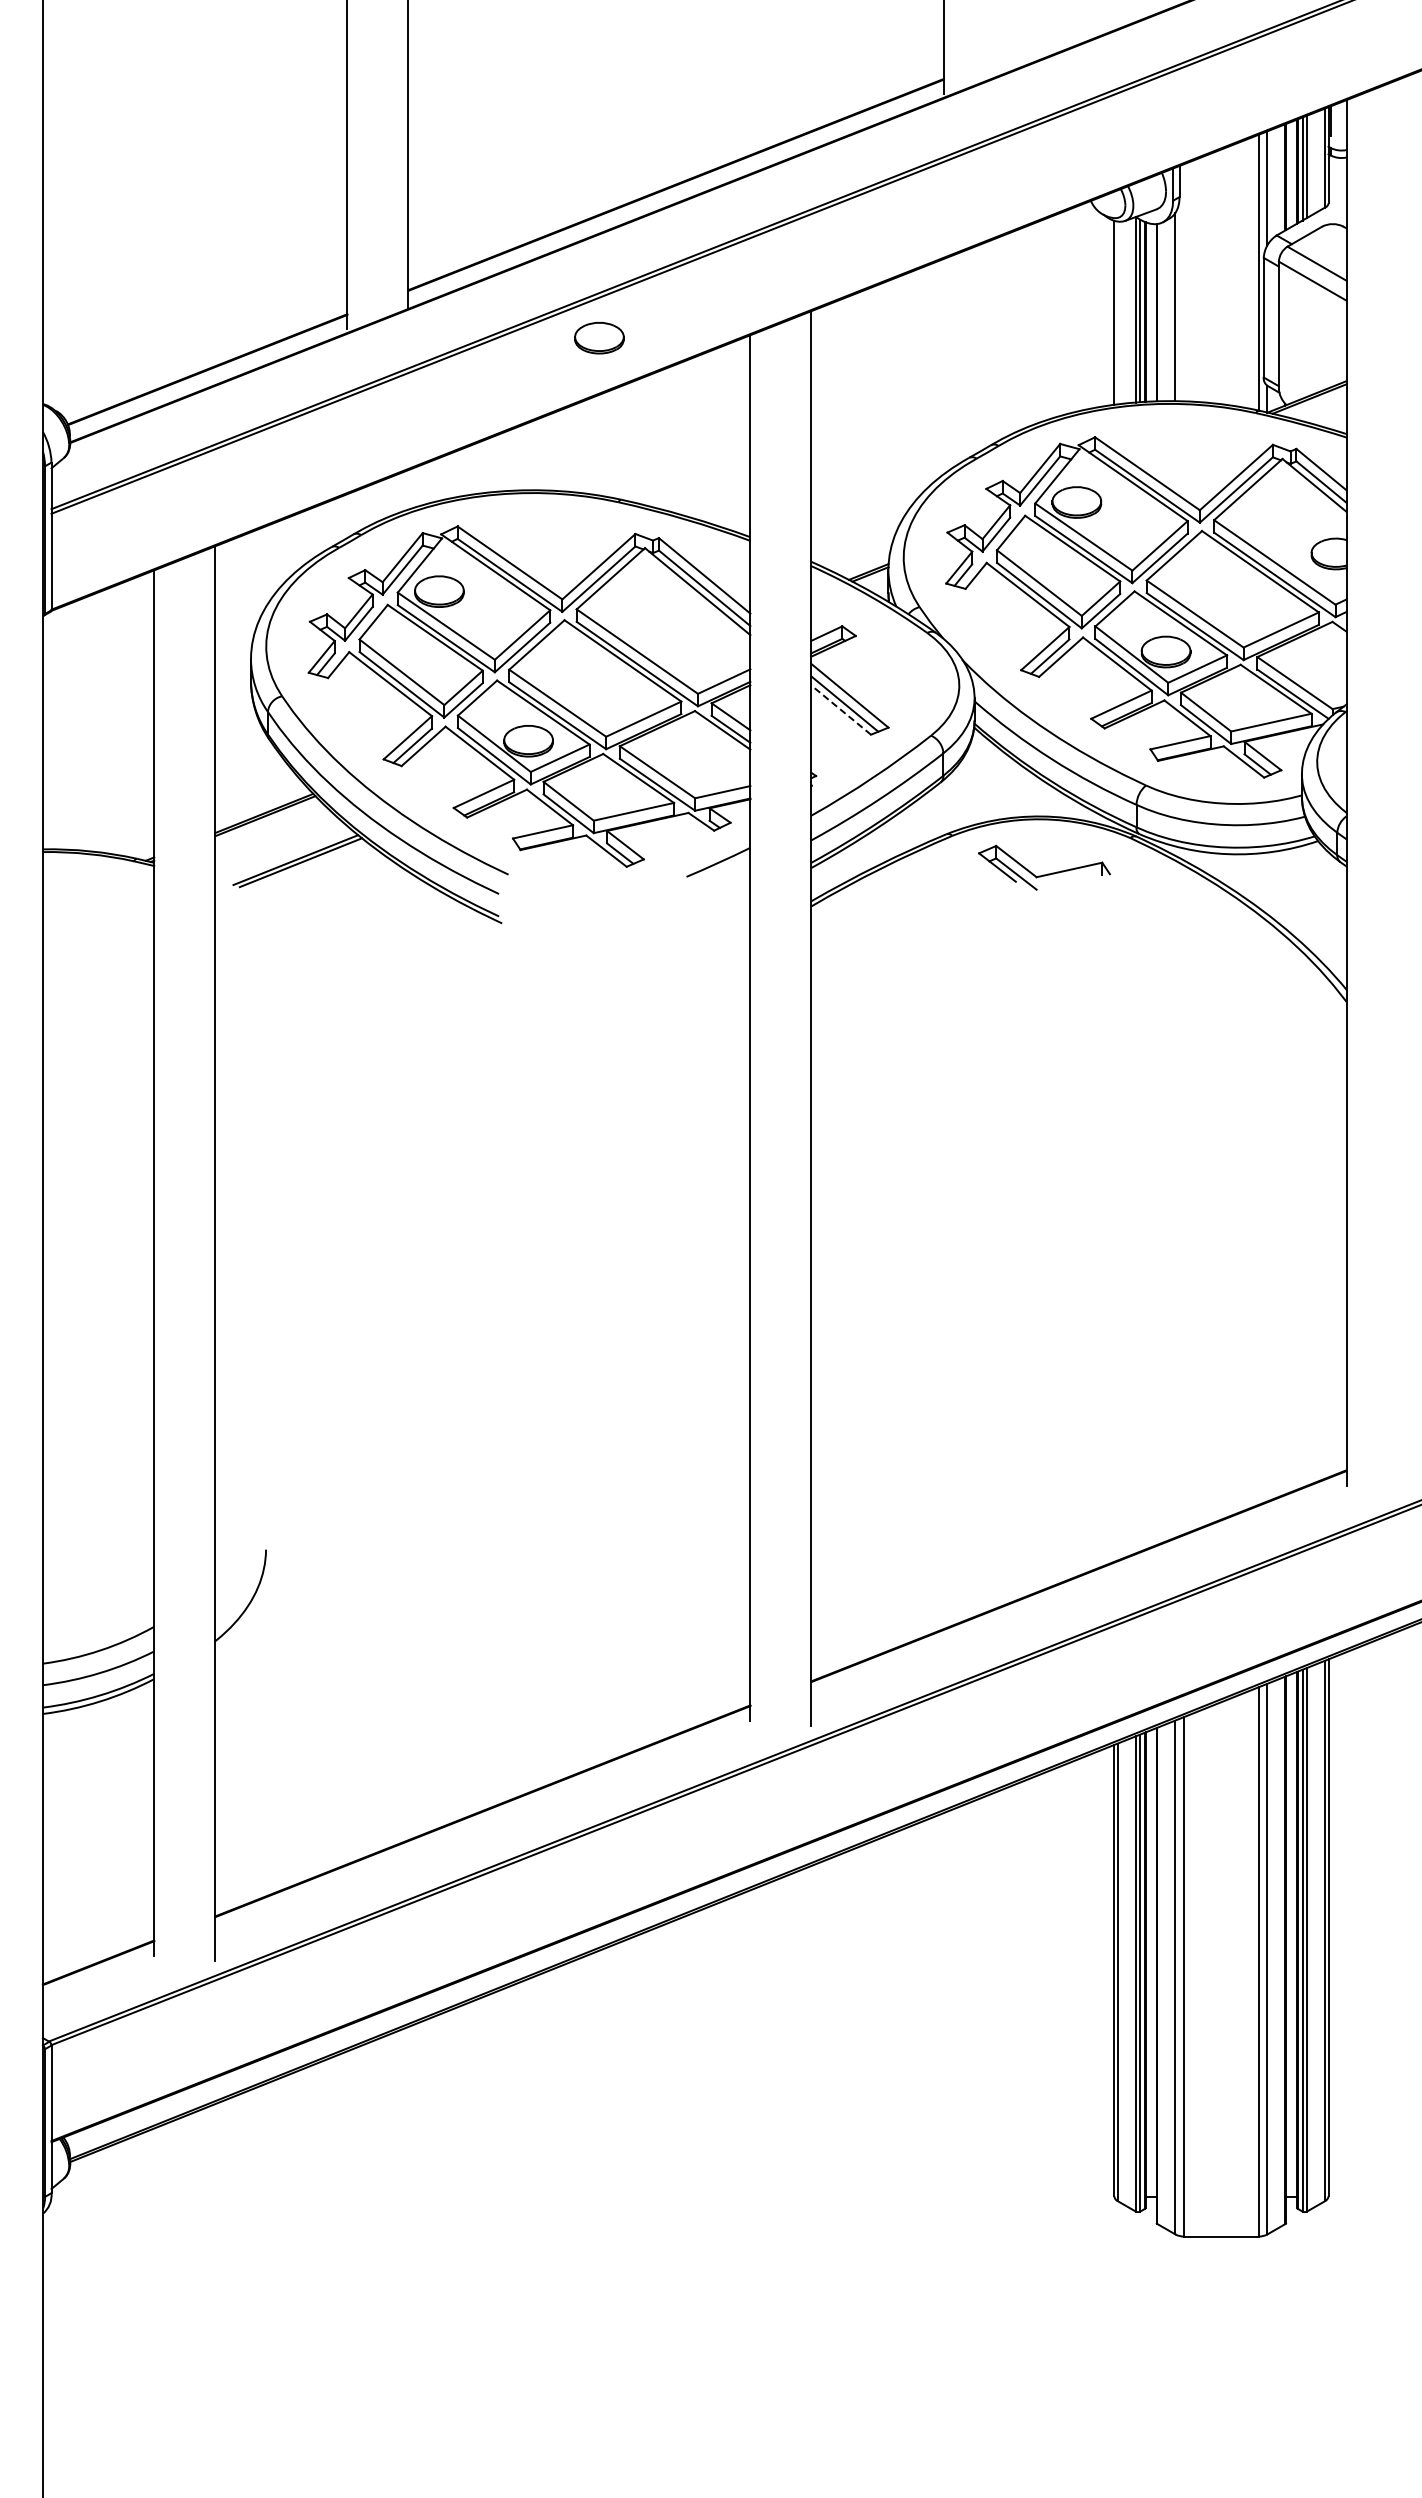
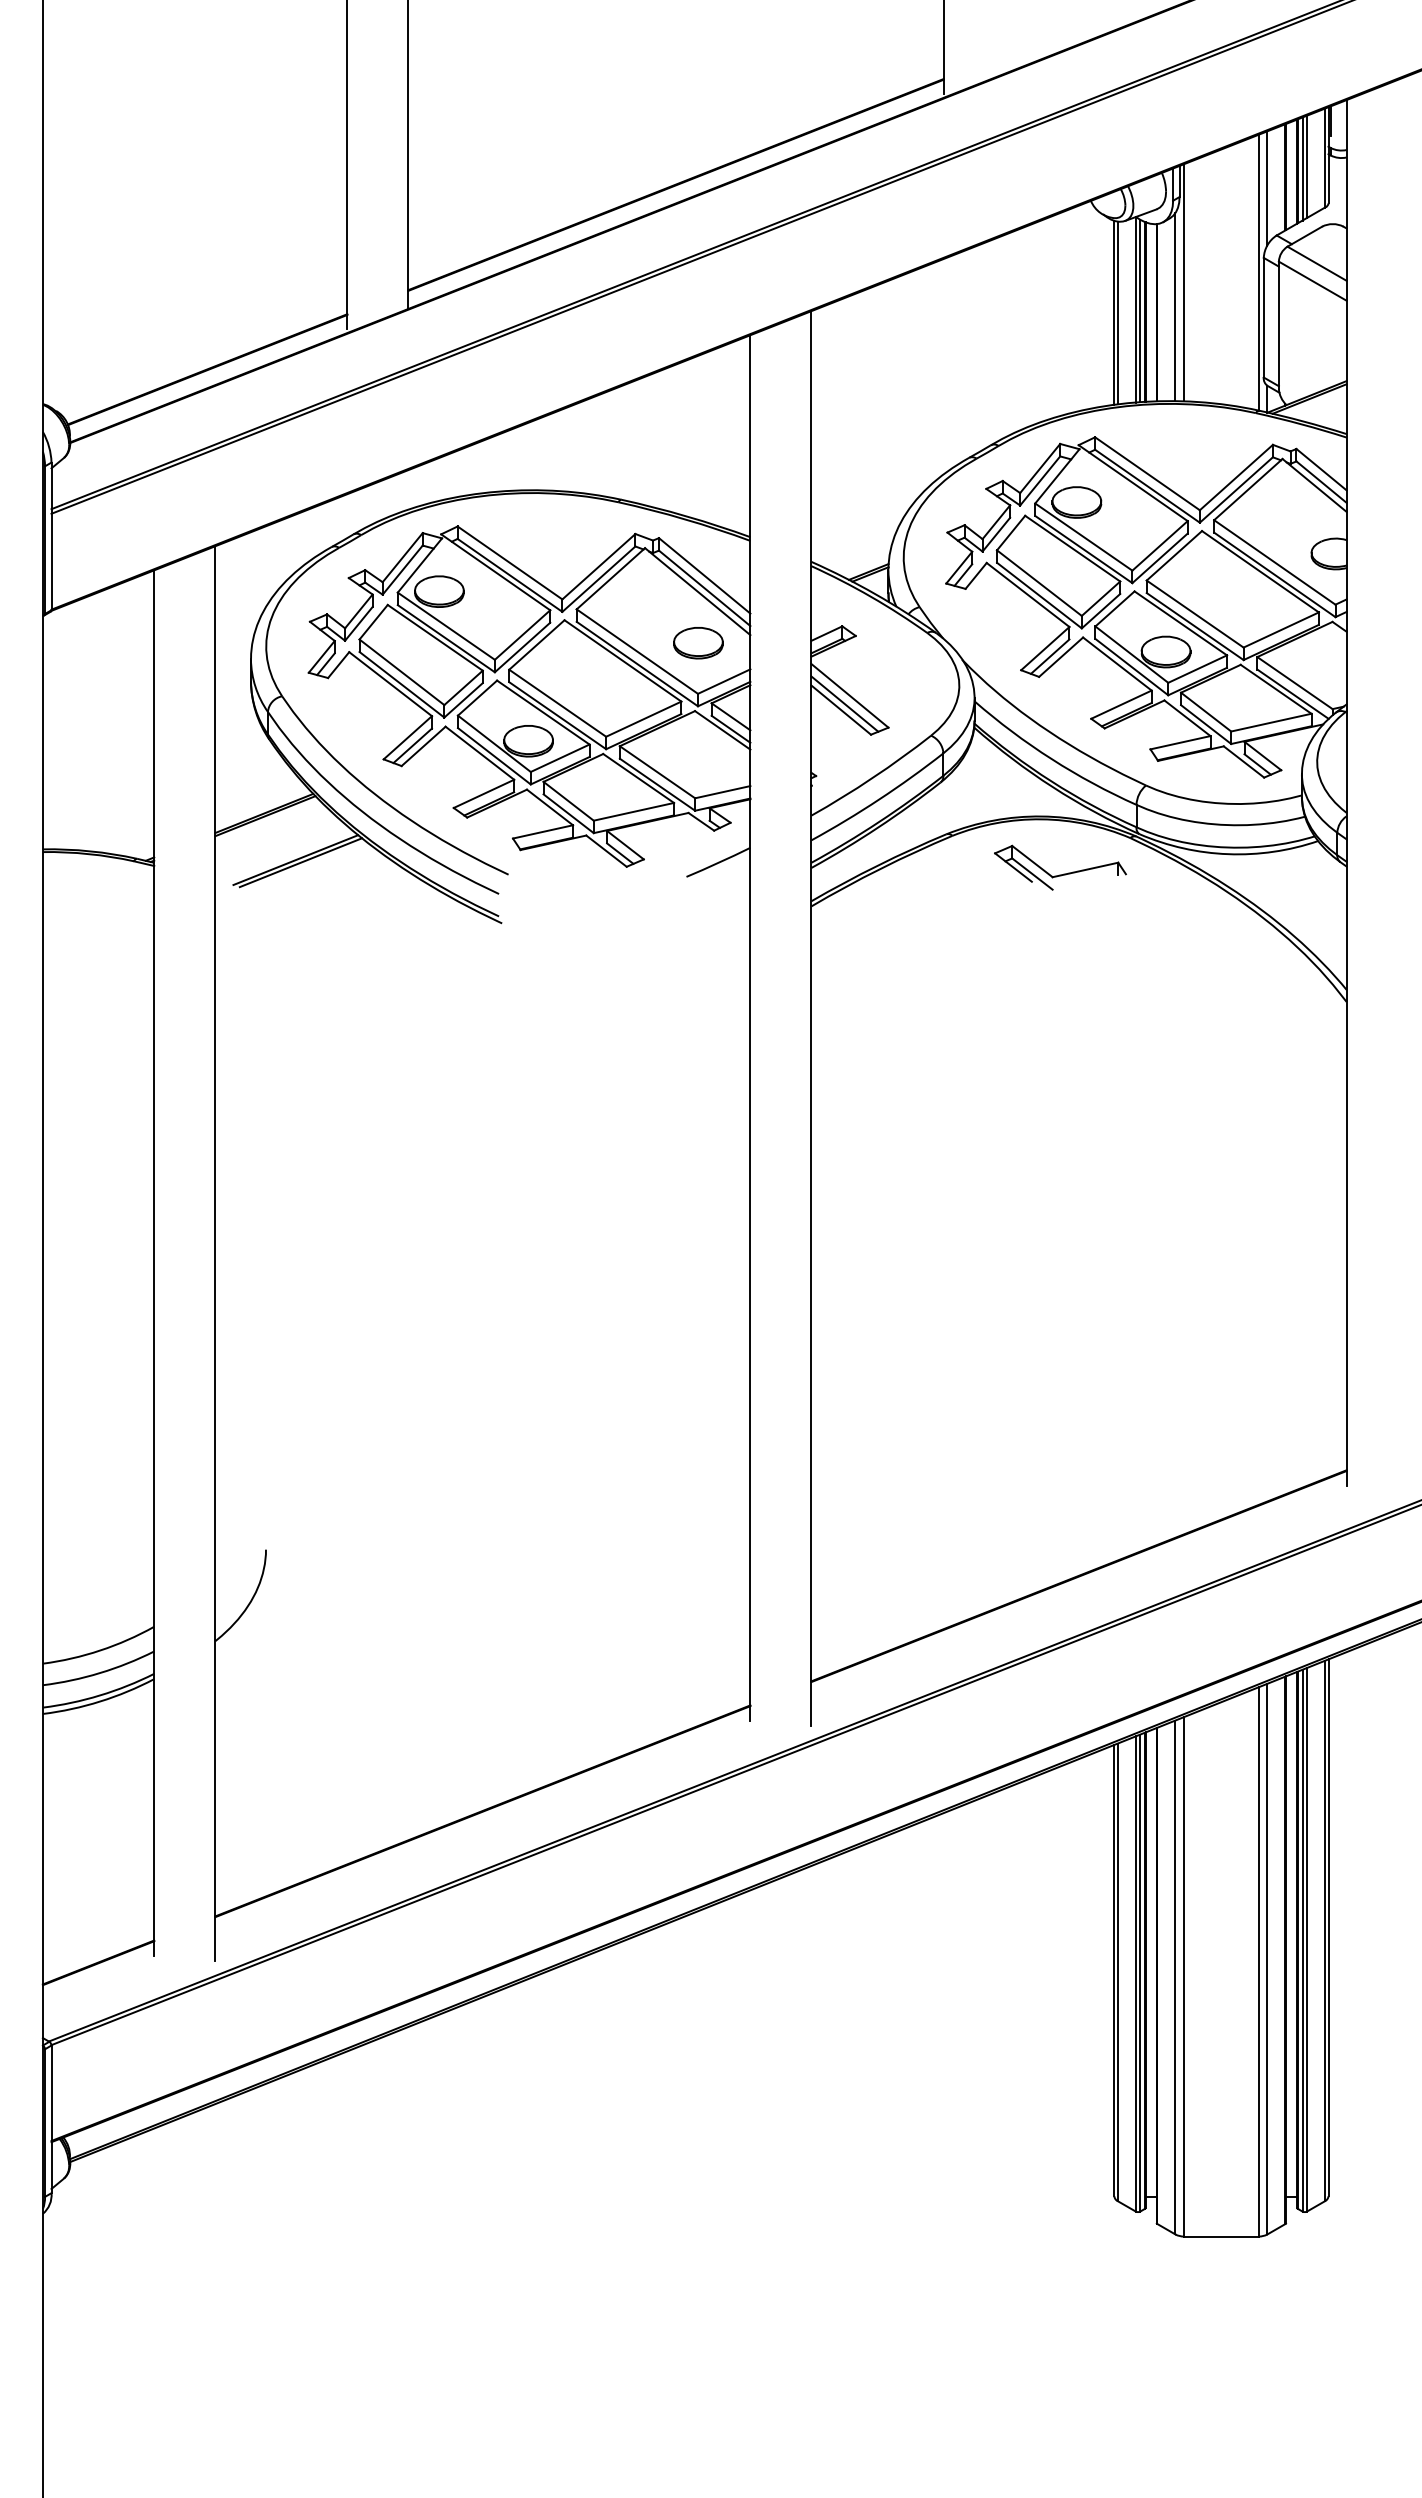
line at (1184, 282): none -> present
line at (1117, 312): none -> present
part at (599, 338) position: (599, 338) -> (698, 643)
line at (841, 710): dashed -> solid
part at (1047, 873) position: (1047, 873) -> (1063, 873)
